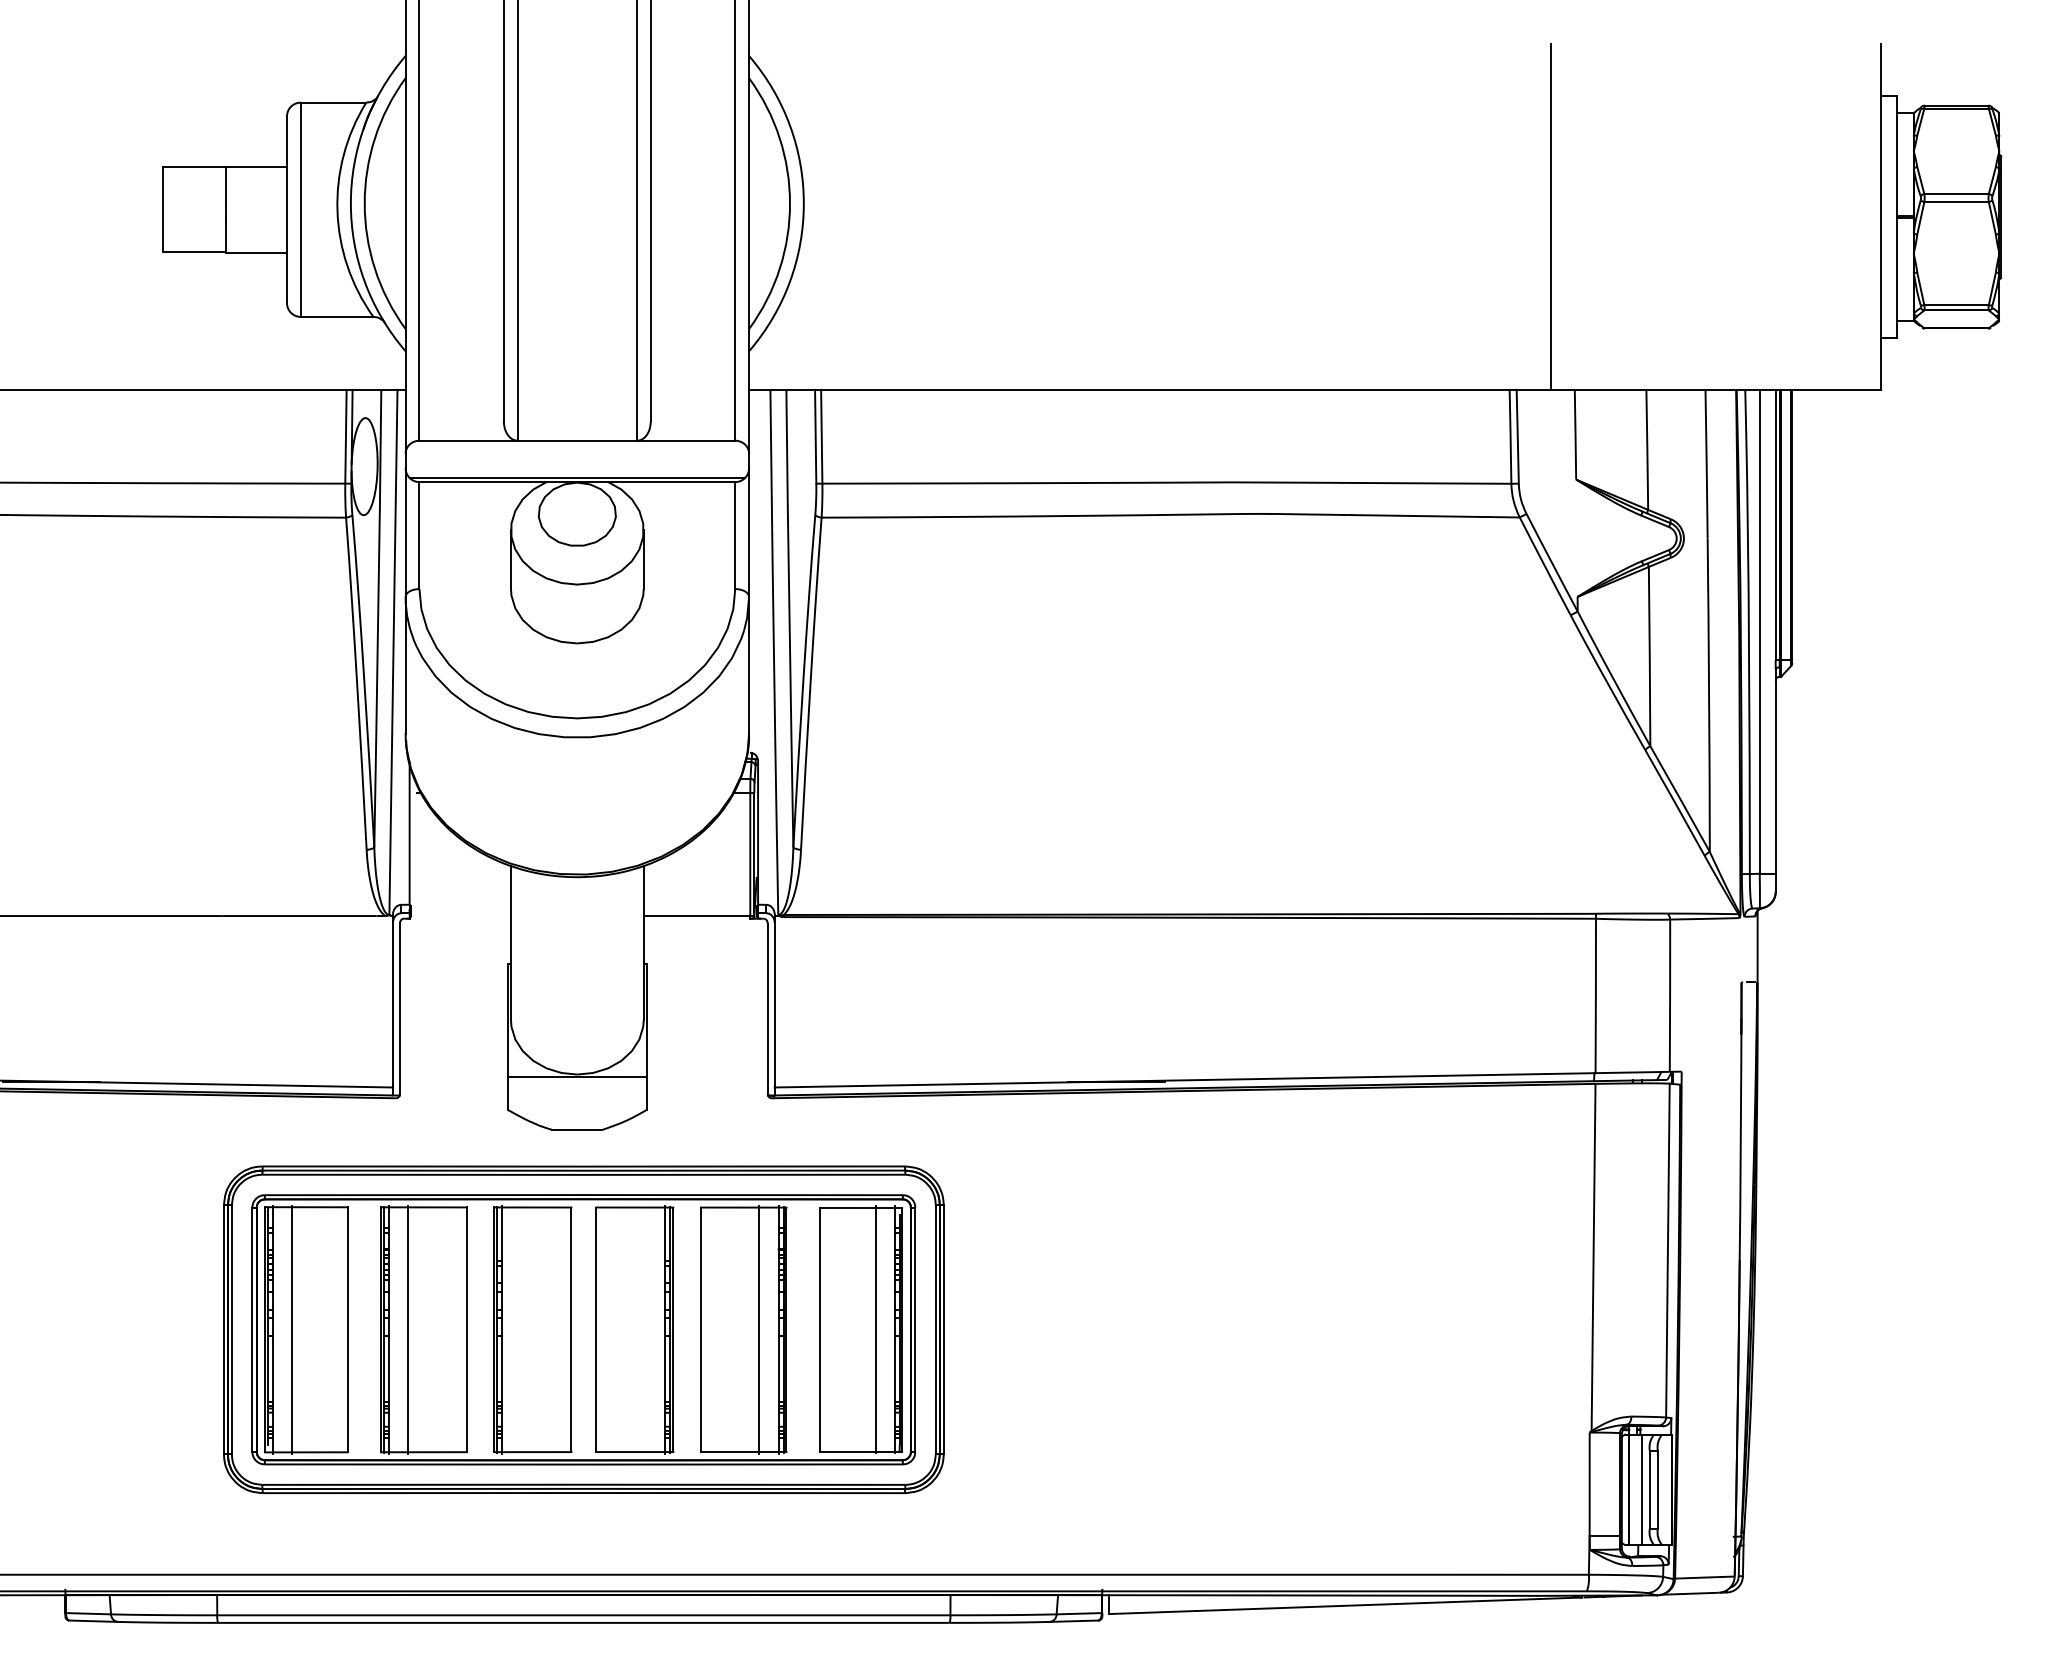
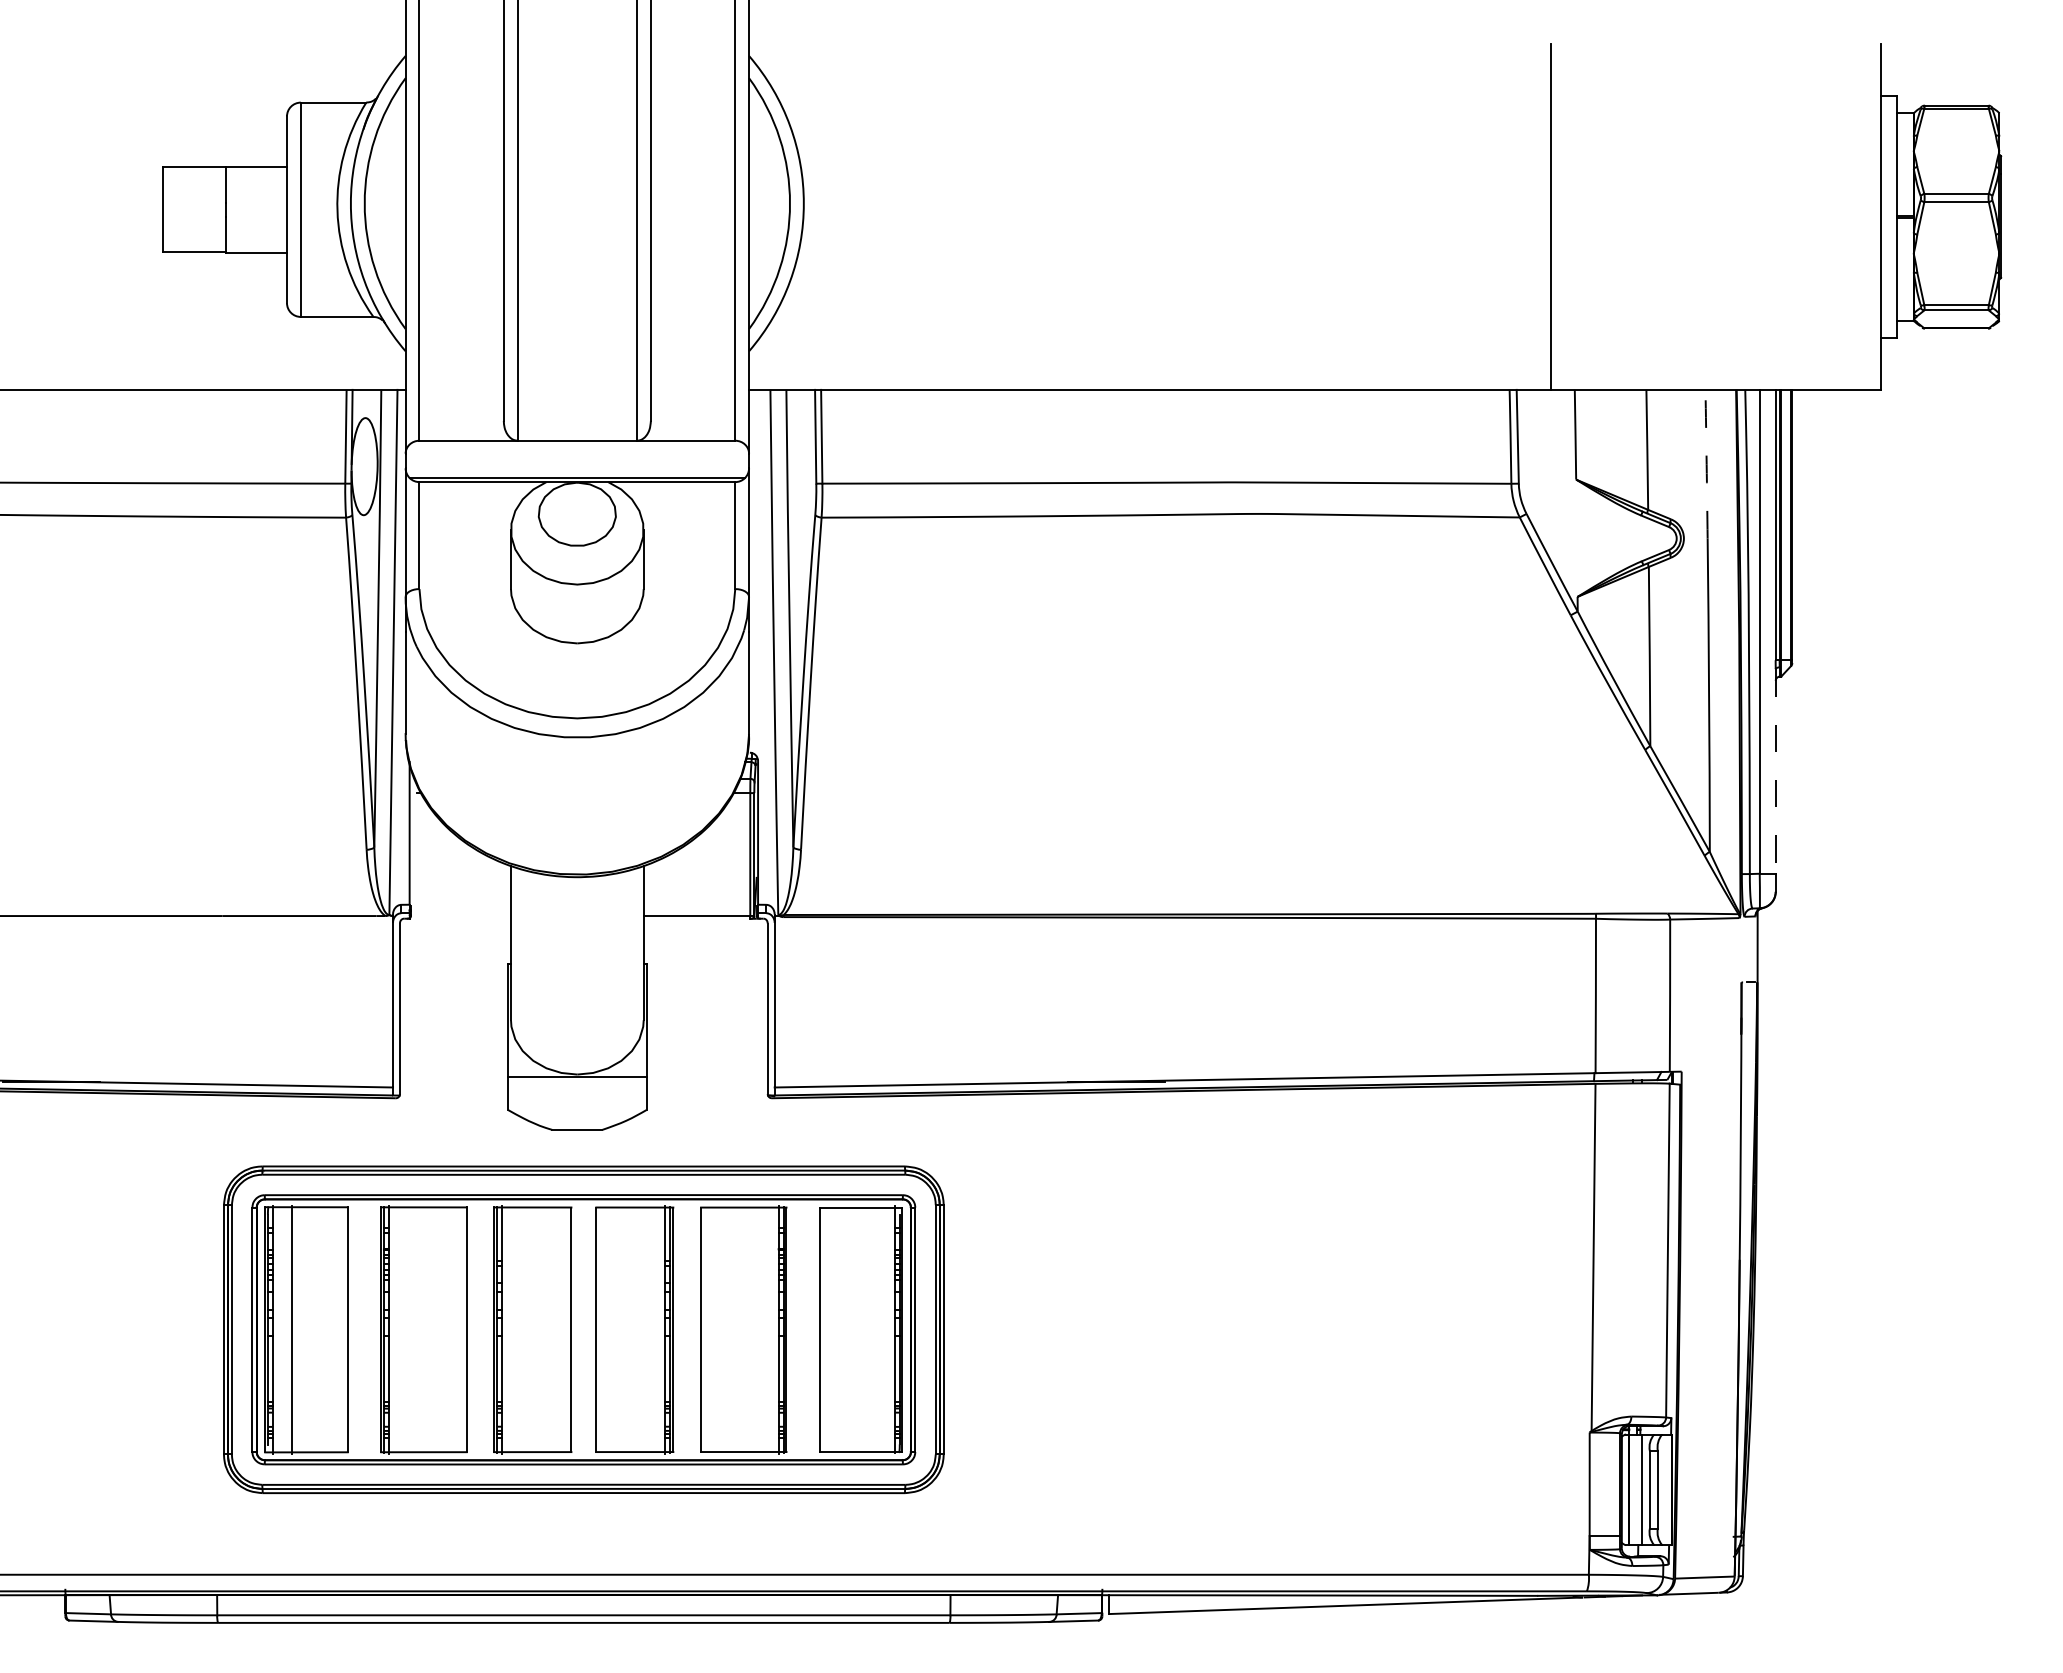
arc at (1706, 464): solid -> dashed
line at (1775, 771): solid -> dashed
line at (408, 1329): present -> none
line at (759, 1329): present -> none
line at (875, 1329): present -> none
